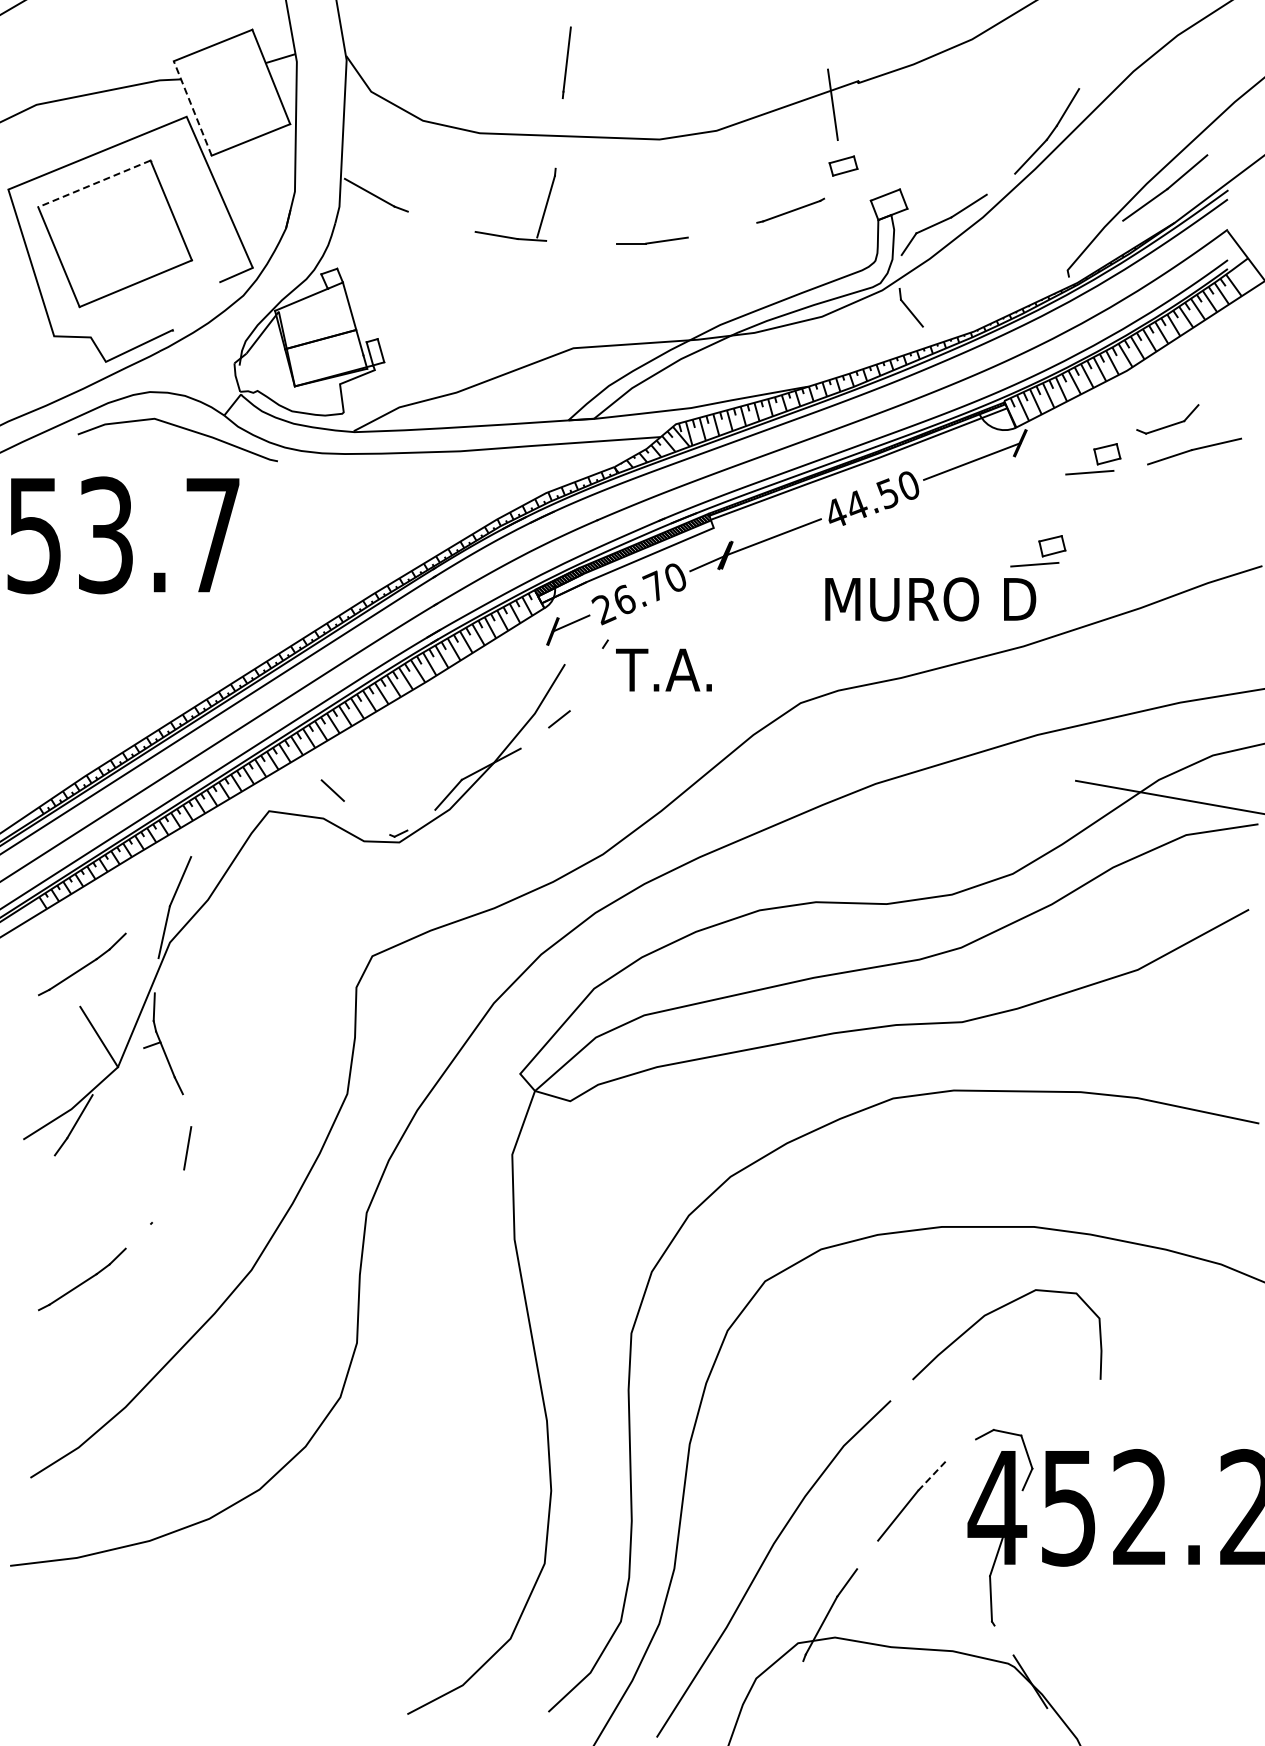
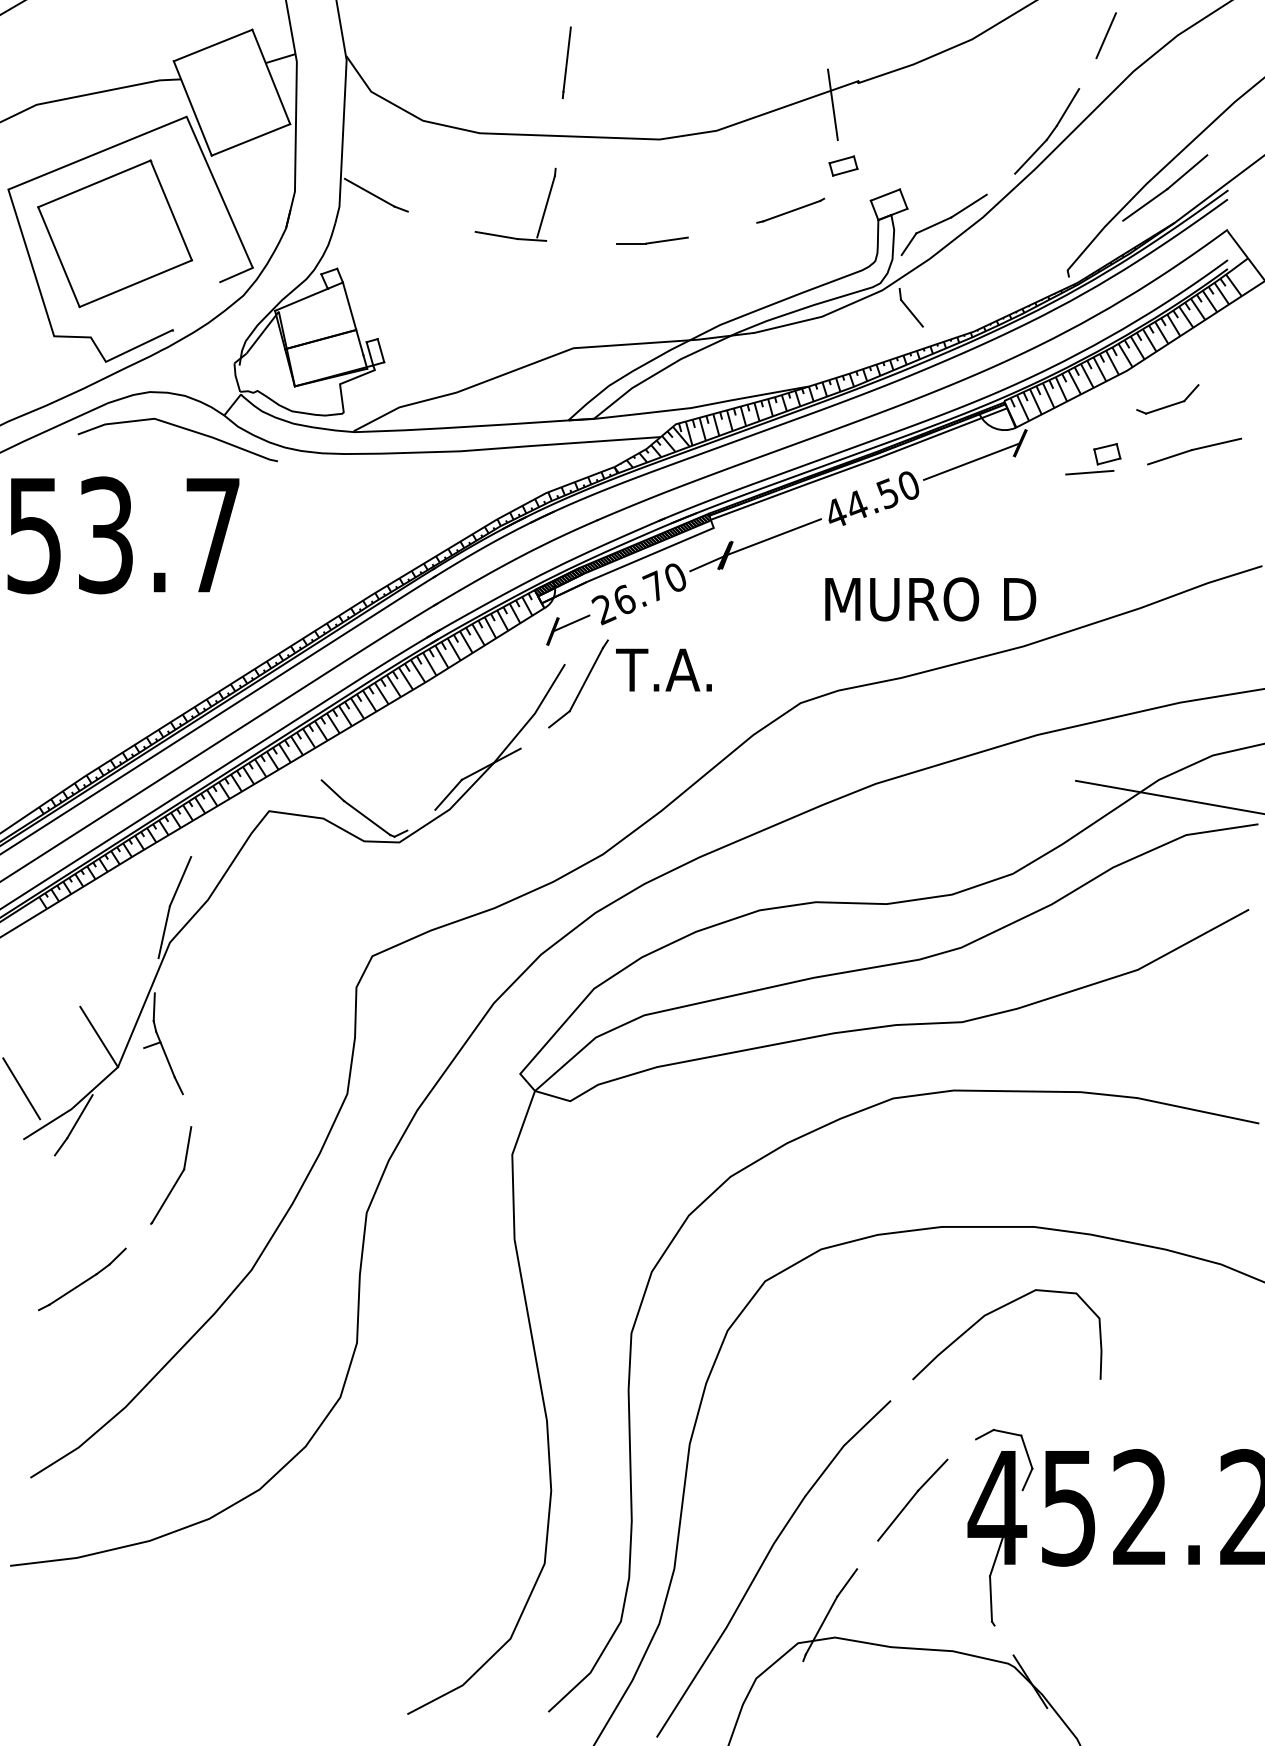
line at (1105, 35): none -> present
line at (192, 108): dashed -> solid
line at (94, 183): dashed -> solid
part at (1167, 419) position: (1167, 419) -> (1167, 399)
part at (1038, 551): present -> none
line at (586, 679): none -> present
line at (366, 817): none -> present
part at (82, 964): present -> none
line at (21, 1088): none -> present
line at (168, 1195): none -> present
line at (933, 1474): dashed -> solid
